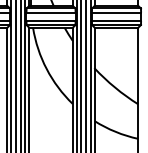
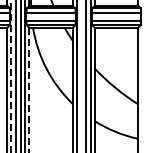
line at (81, 75): present -> none
line at (11, 76): solid -> dashed
line at (29, 90): solid -> dashed
